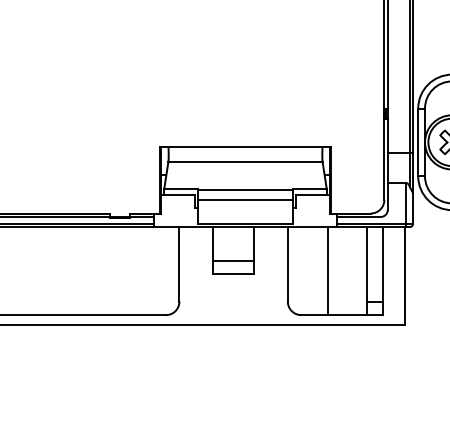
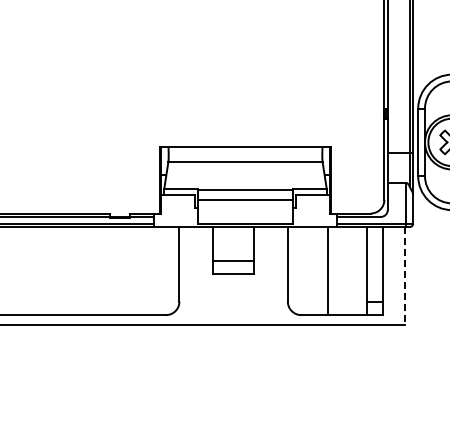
line at (404, 276): solid -> dashed
